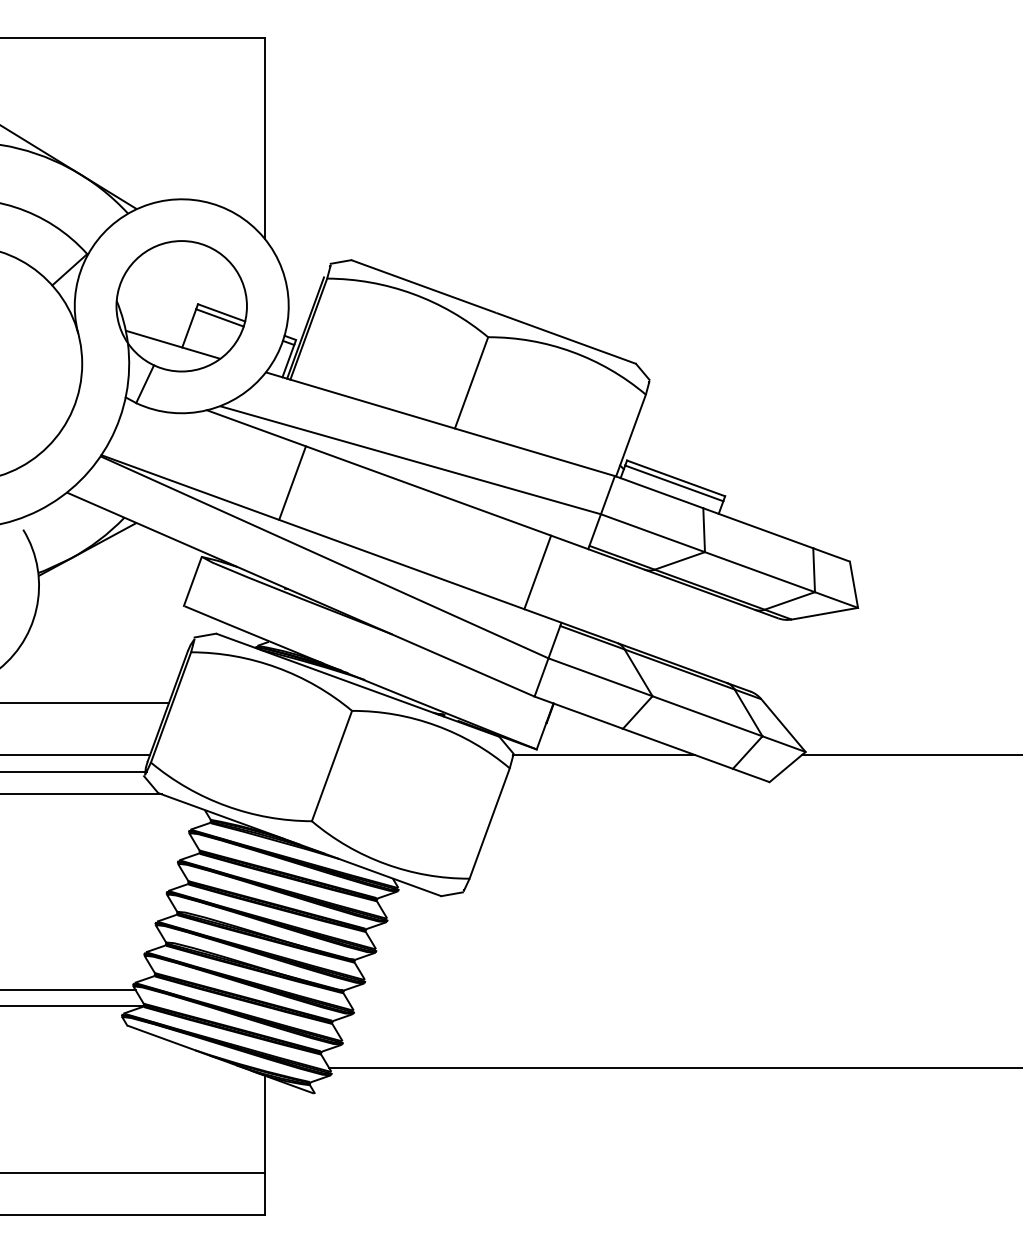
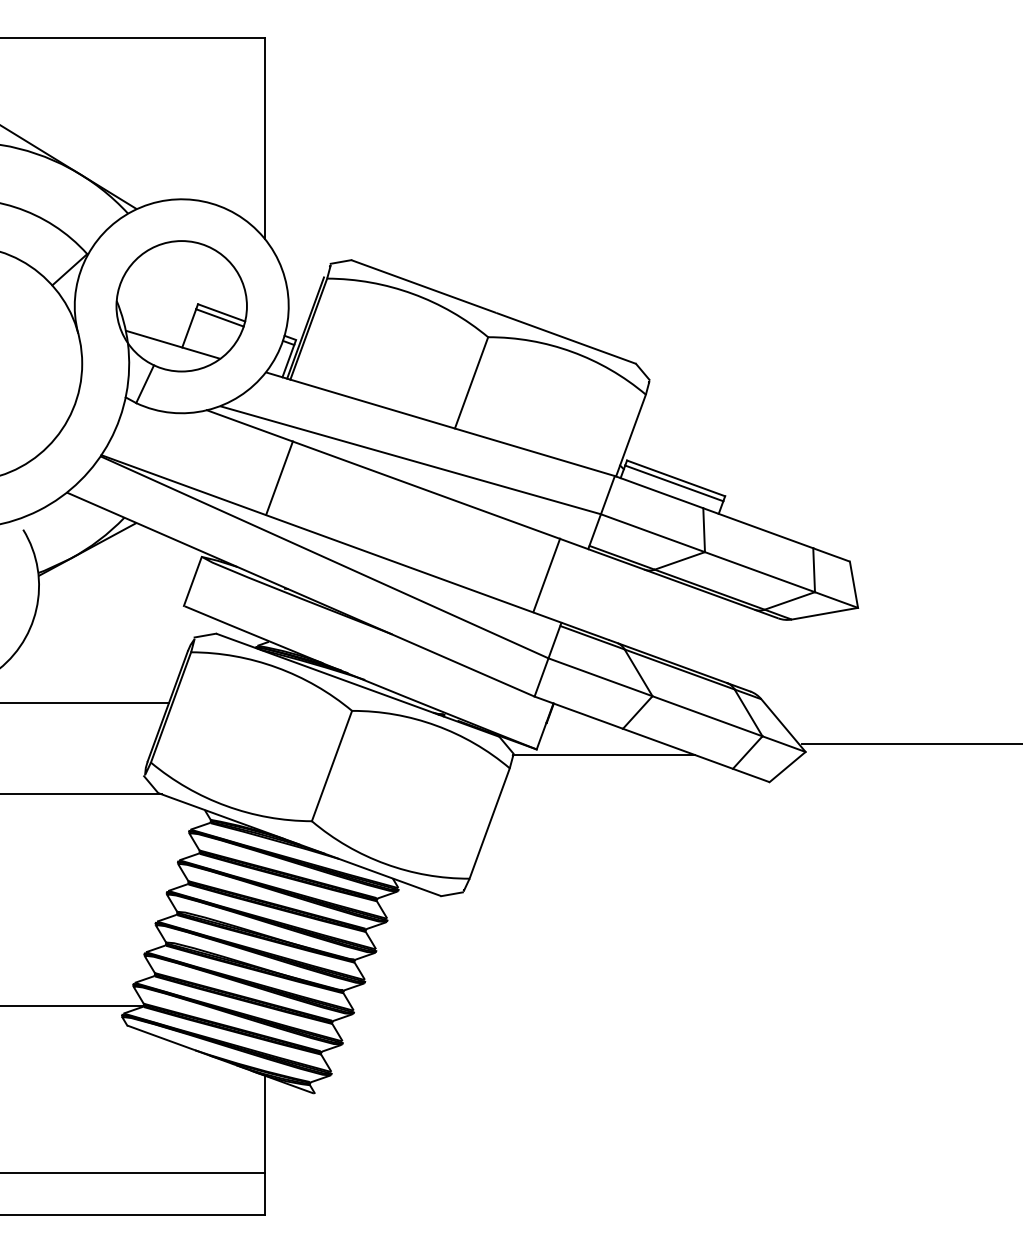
line at (292, 482) position: (292, 482) -> (279, 477)
line at (537, 572) position: (537, 572) -> (546, 575)
line at (76, 755): present -> none
line at (910, 755) position: (910, 755) -> (910, 744)
line at (74, 771): present -> none
line at (68, 990): present -> none
line at (674, 1068): present -> none
